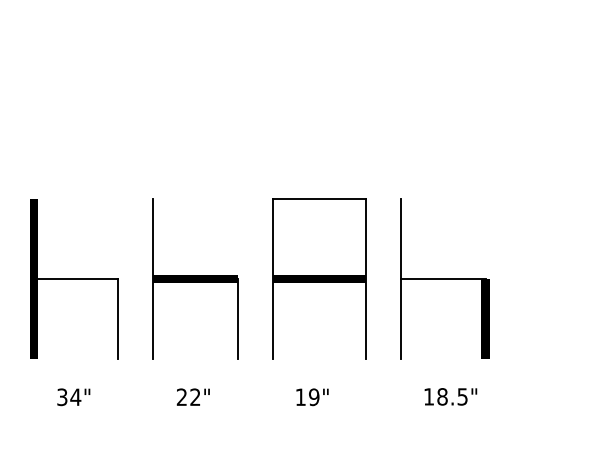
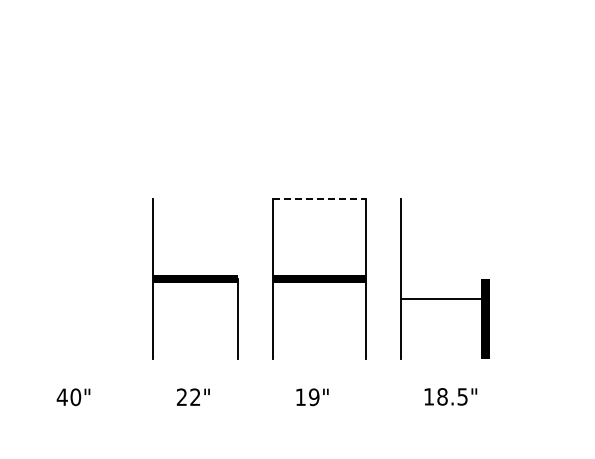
line at (319, 199): solid -> dashed
part at (74, 279): present -> none
line at (443, 279) position: (443, 279) -> (443, 299)
text at (68, 397): 34" -> 40"
